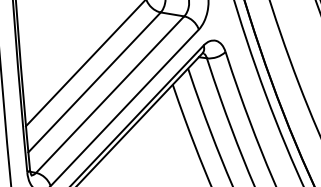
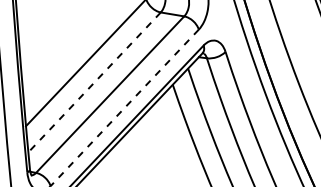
line at (94, 82): solid -> dashed
line at (124, 107): solid -> dashed
